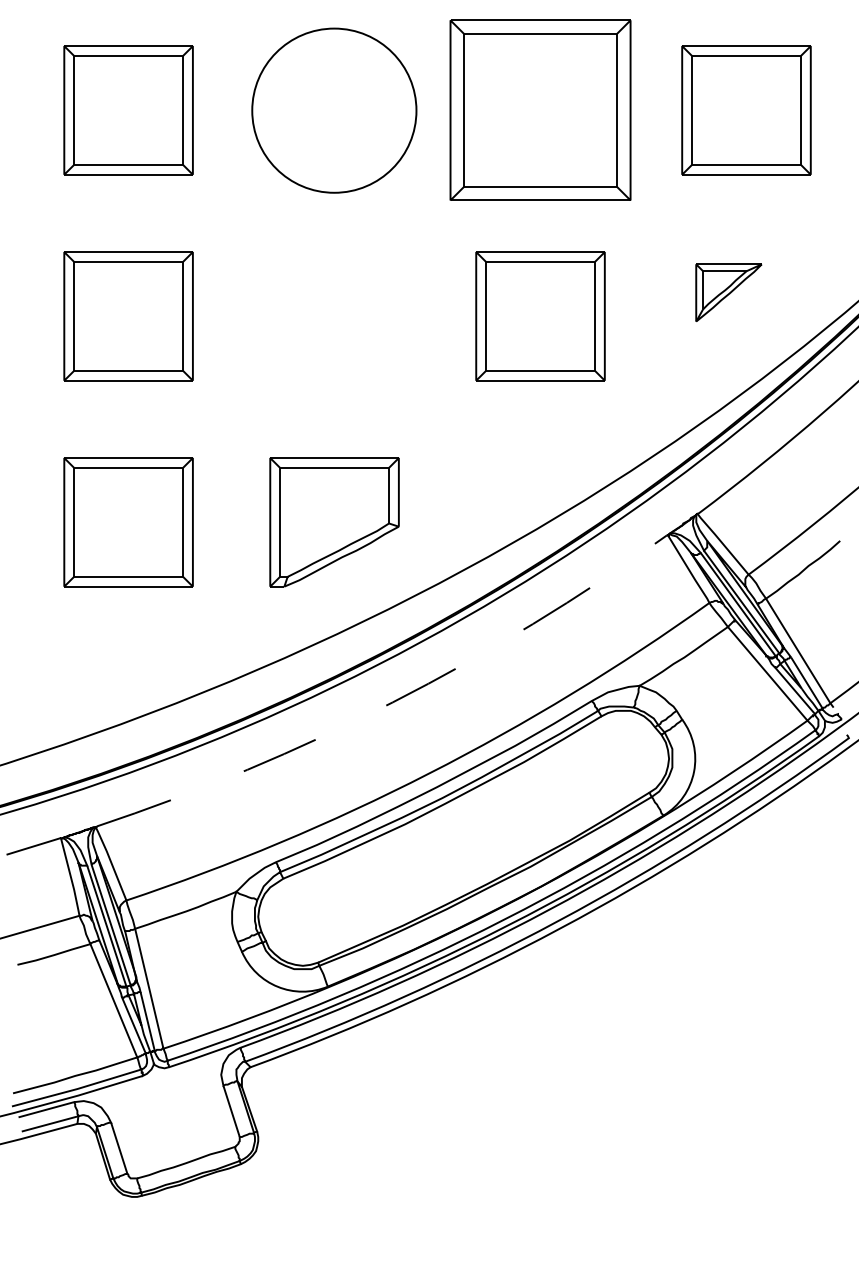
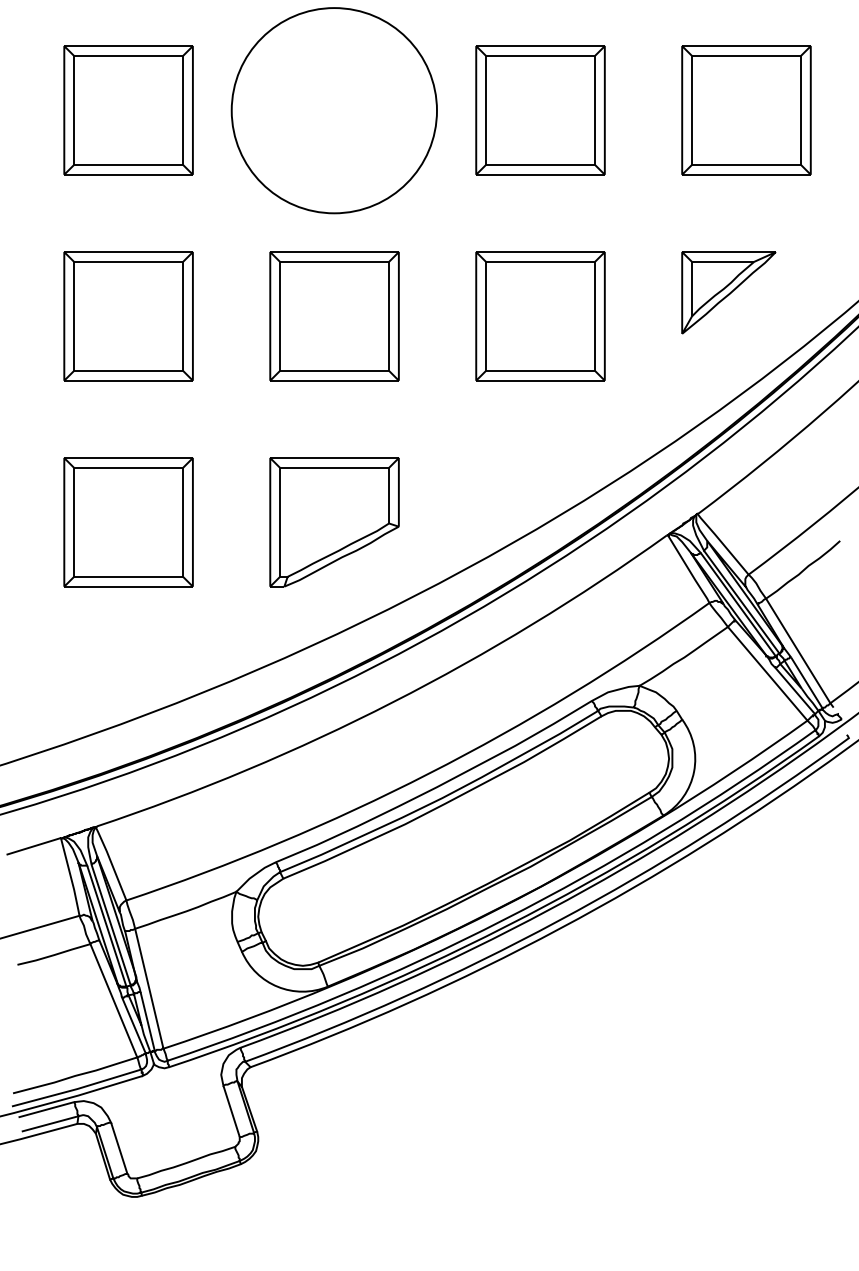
part at (540, 109) size: 183x182 px -> 131x131 px
circle at (334, 110) diameter: 164 px -> 205 px
part at (728, 292) size: 68x59 px -> 96x84 px
part at (334, 316): none -> present
arc at (392, 702): dashed -> solid
